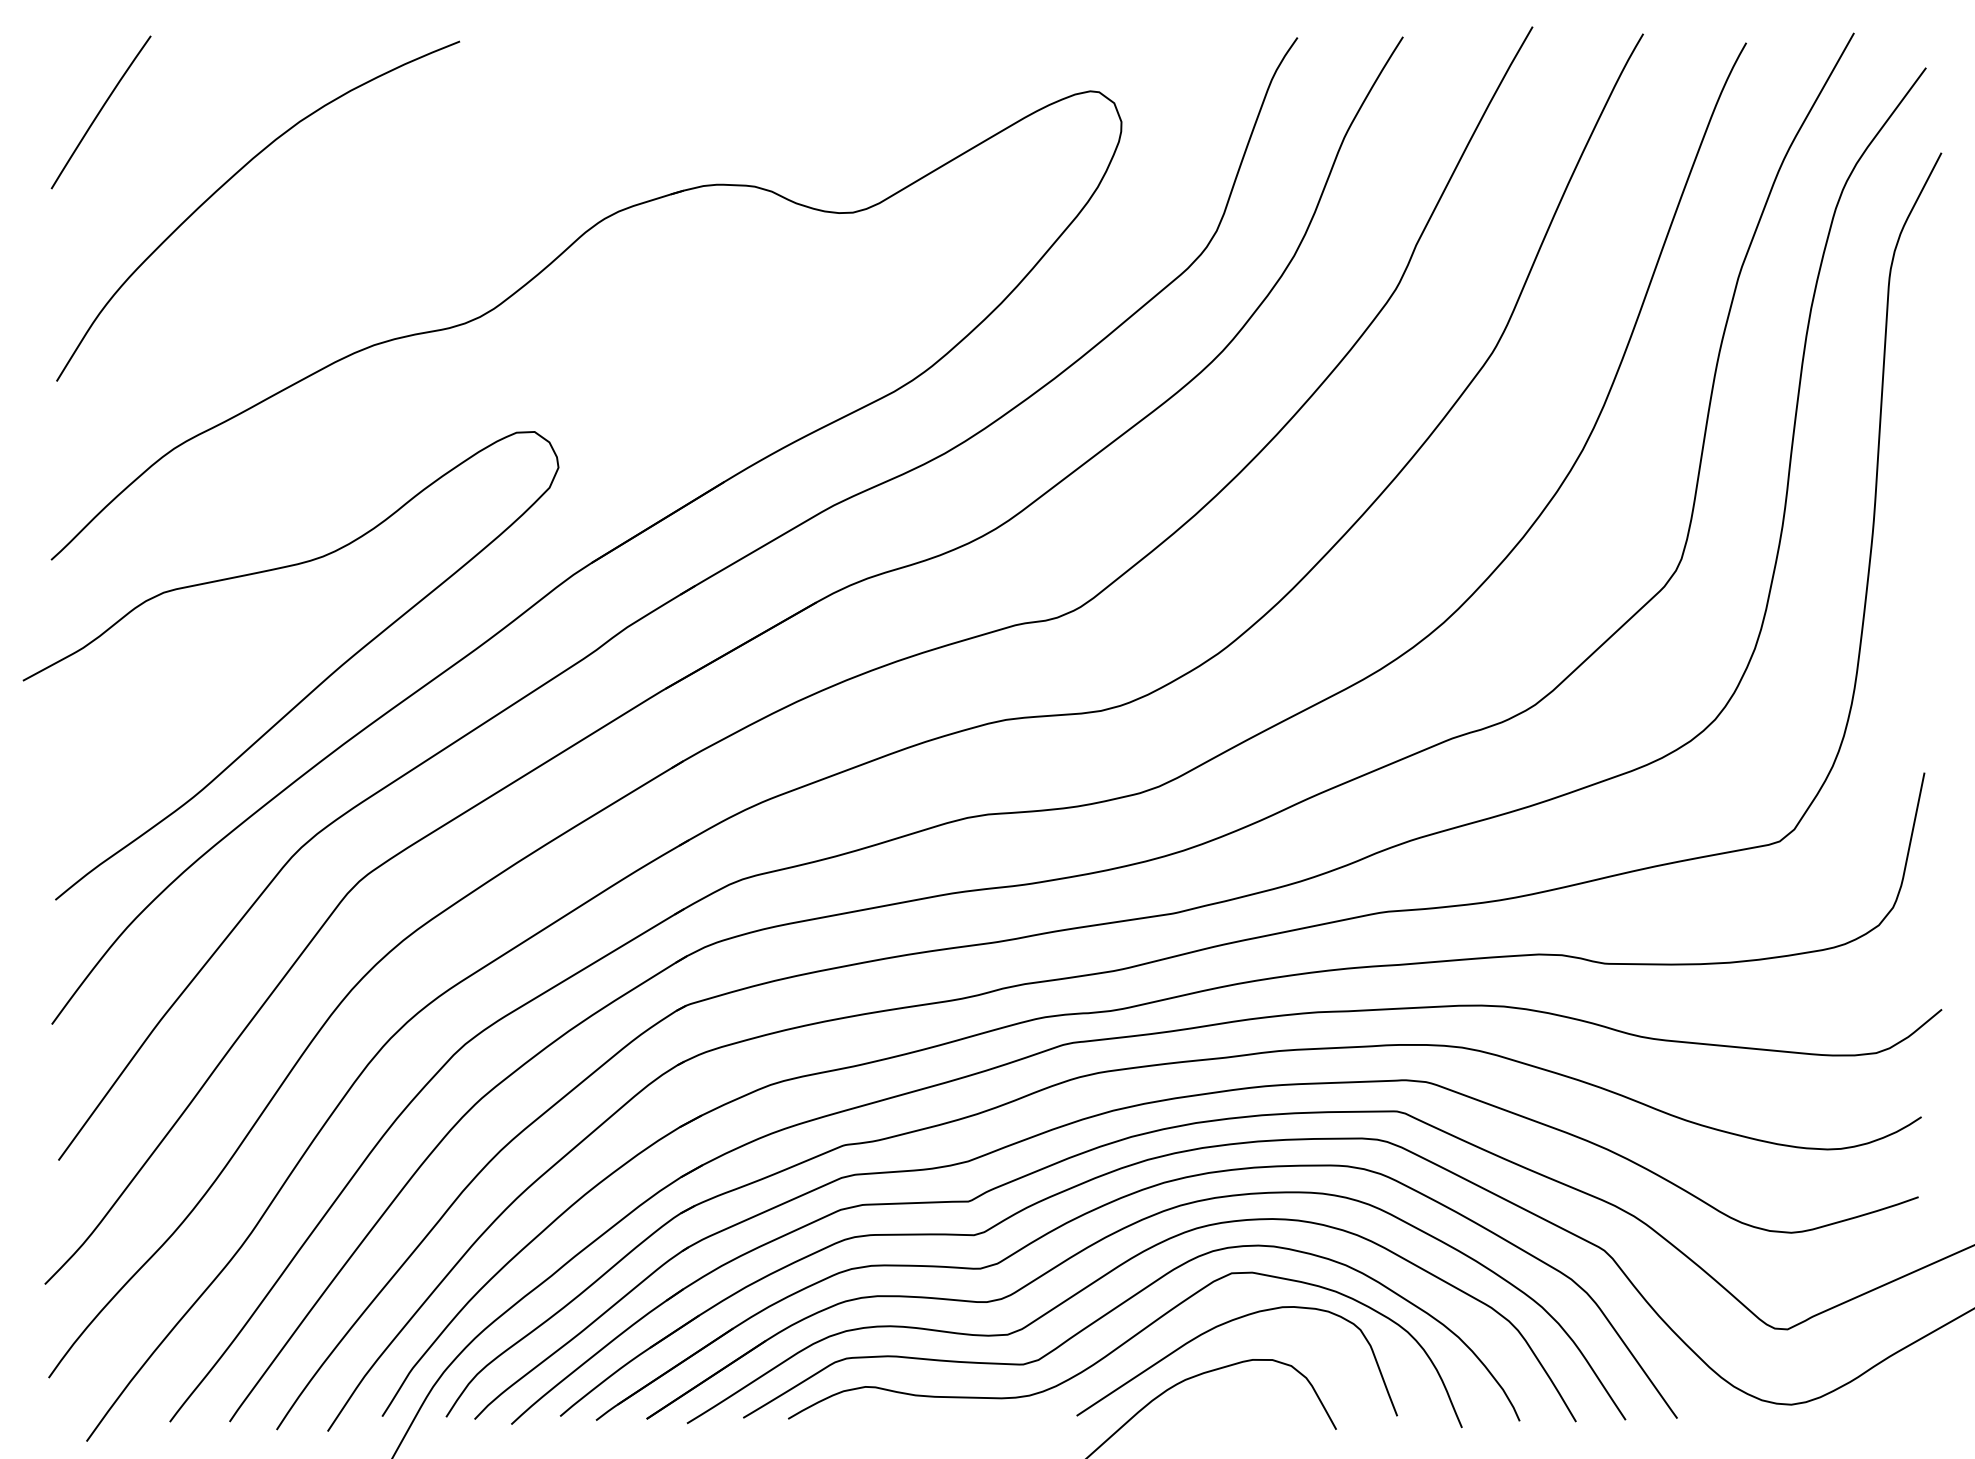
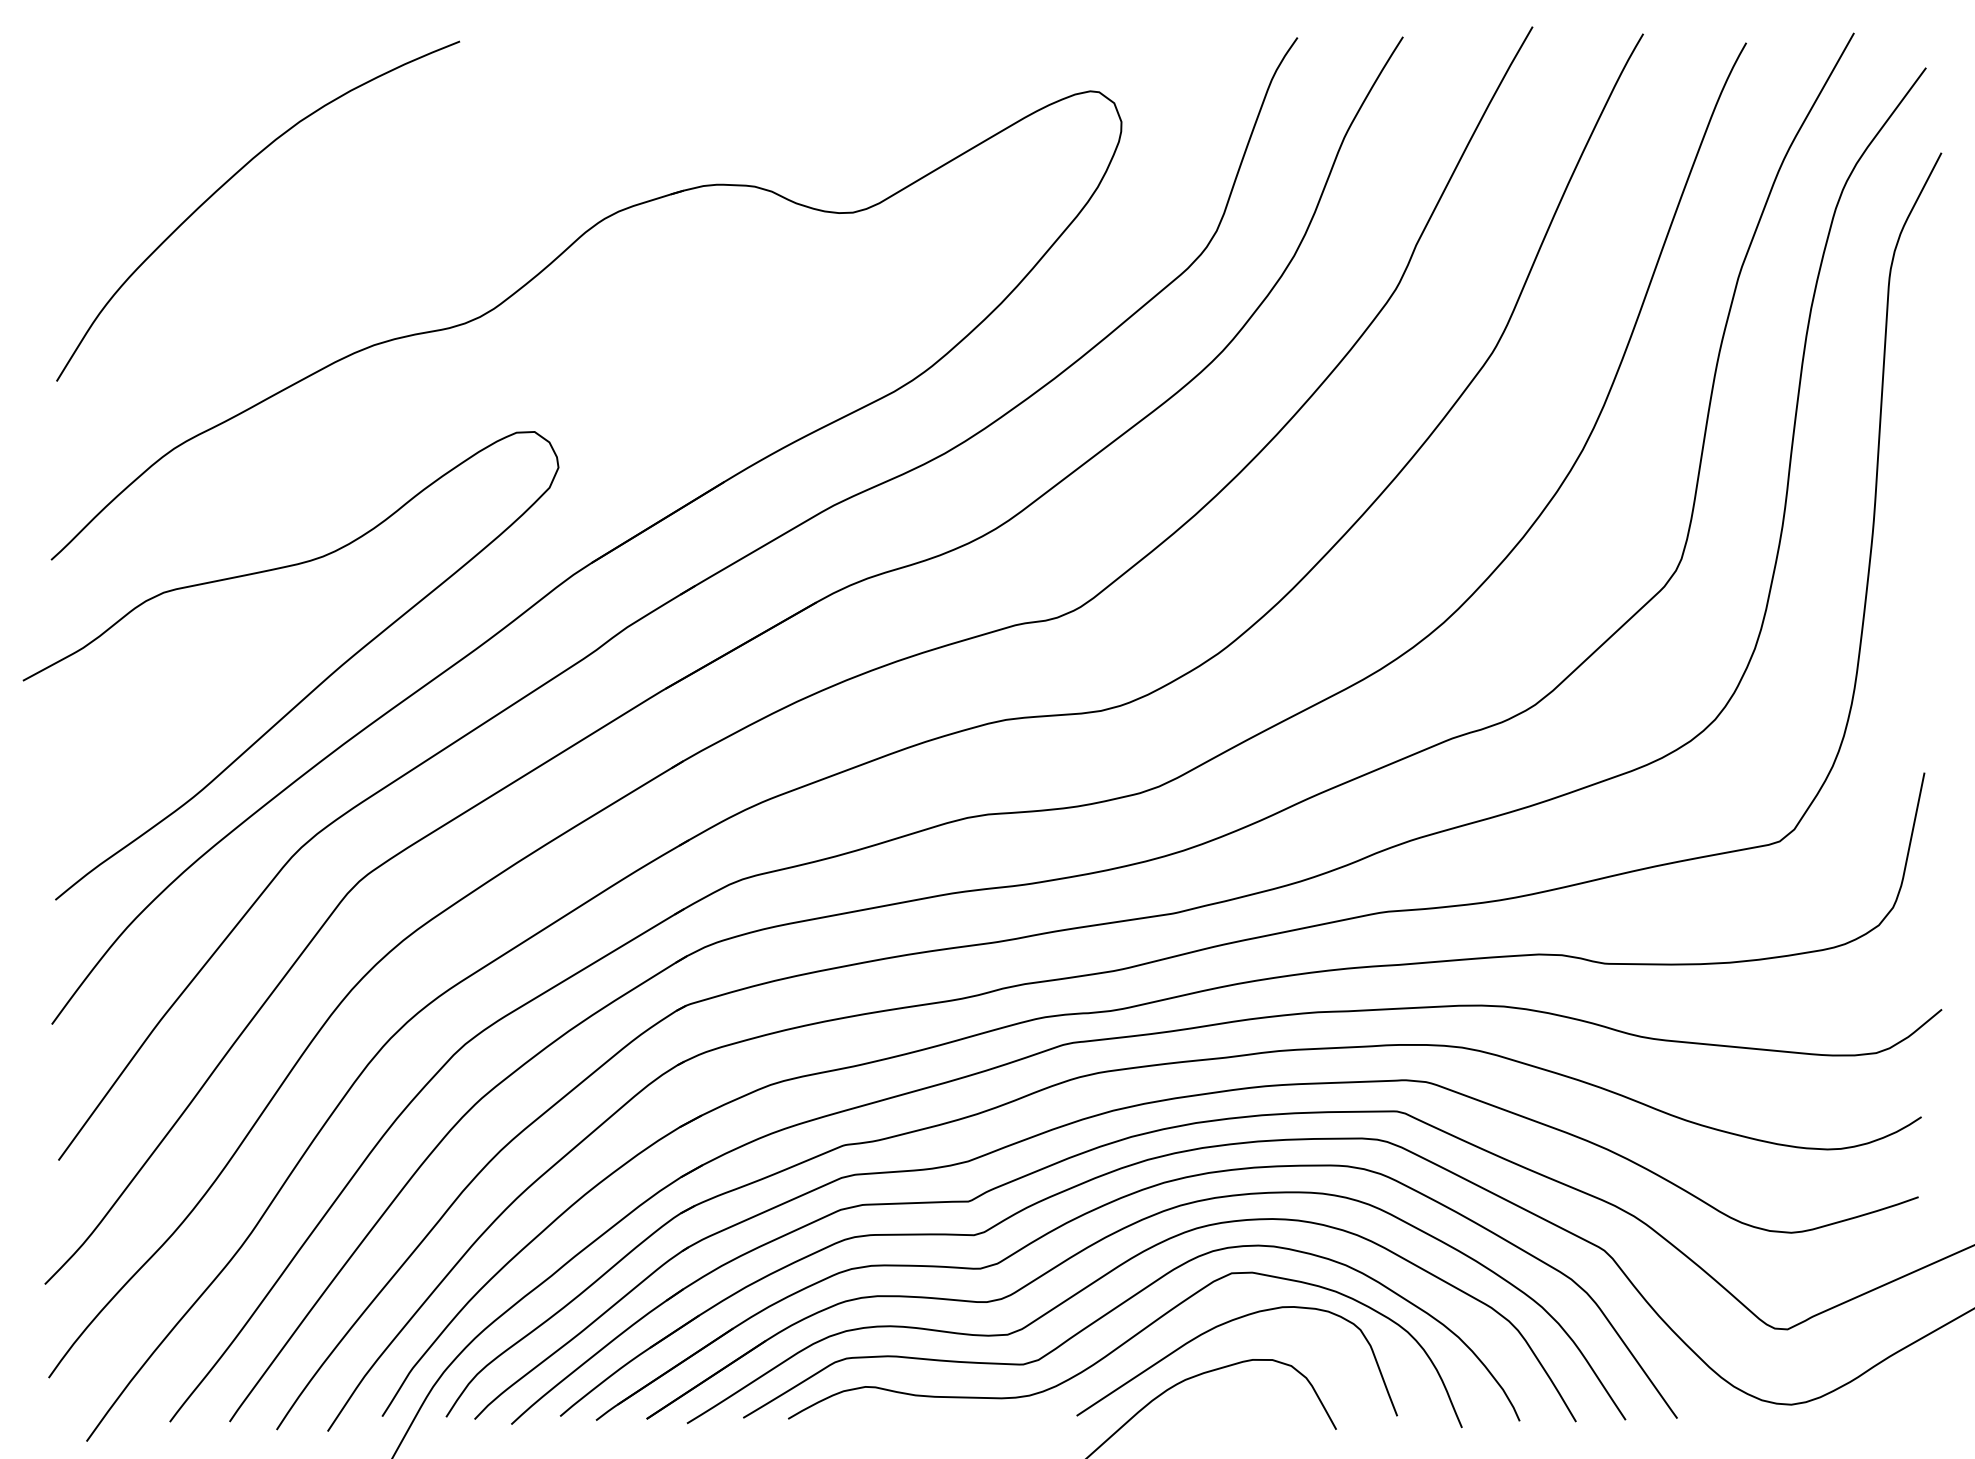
curve at (100, 112): present -> none
